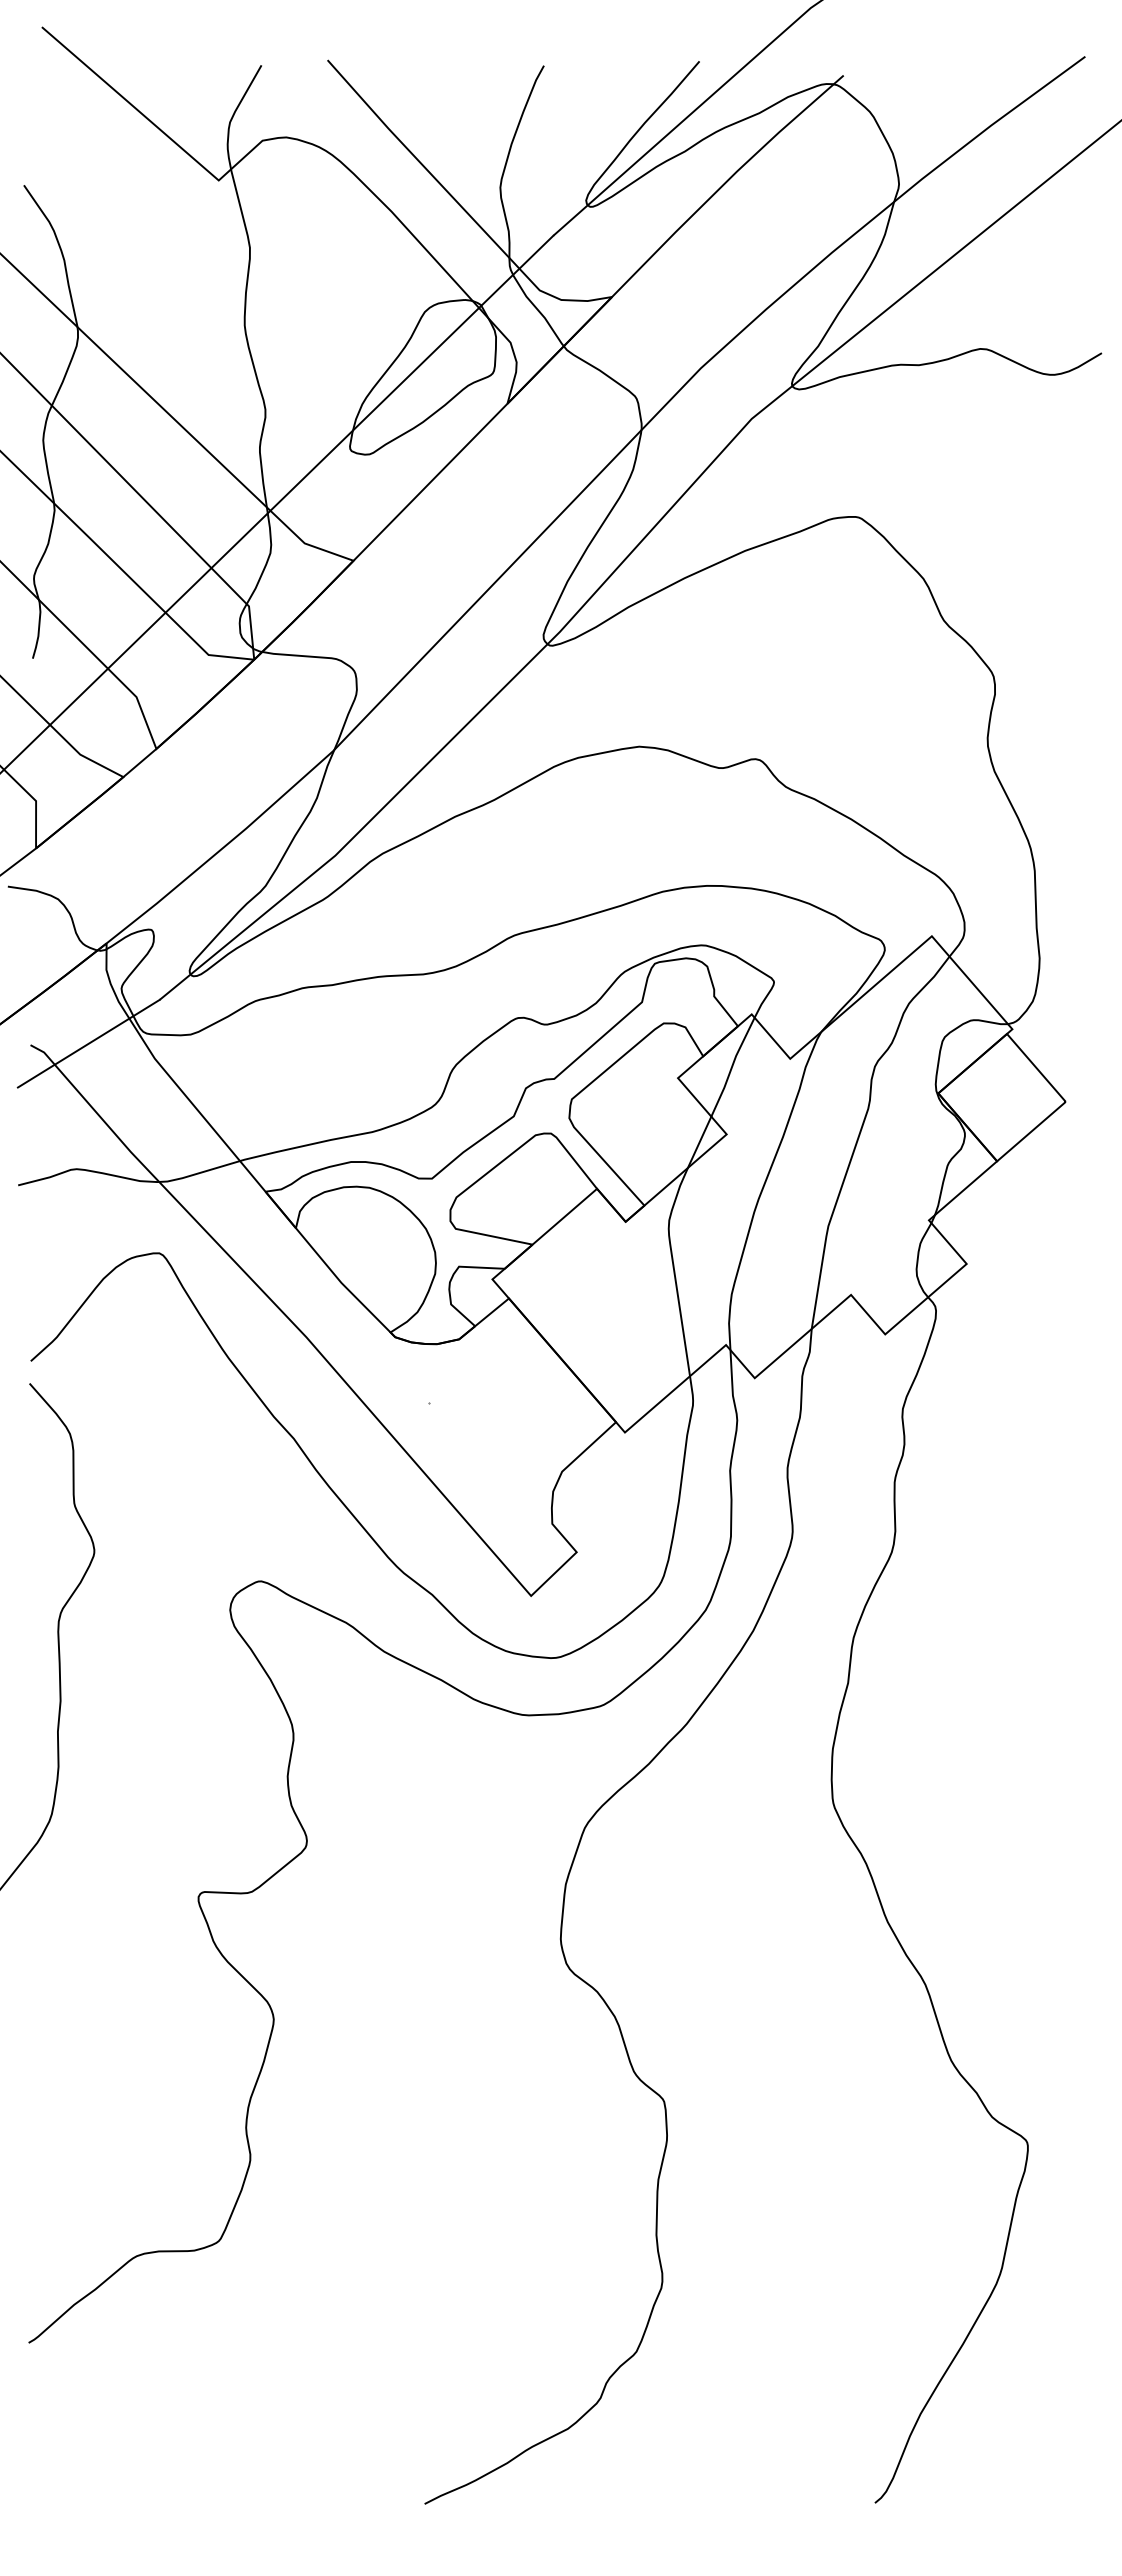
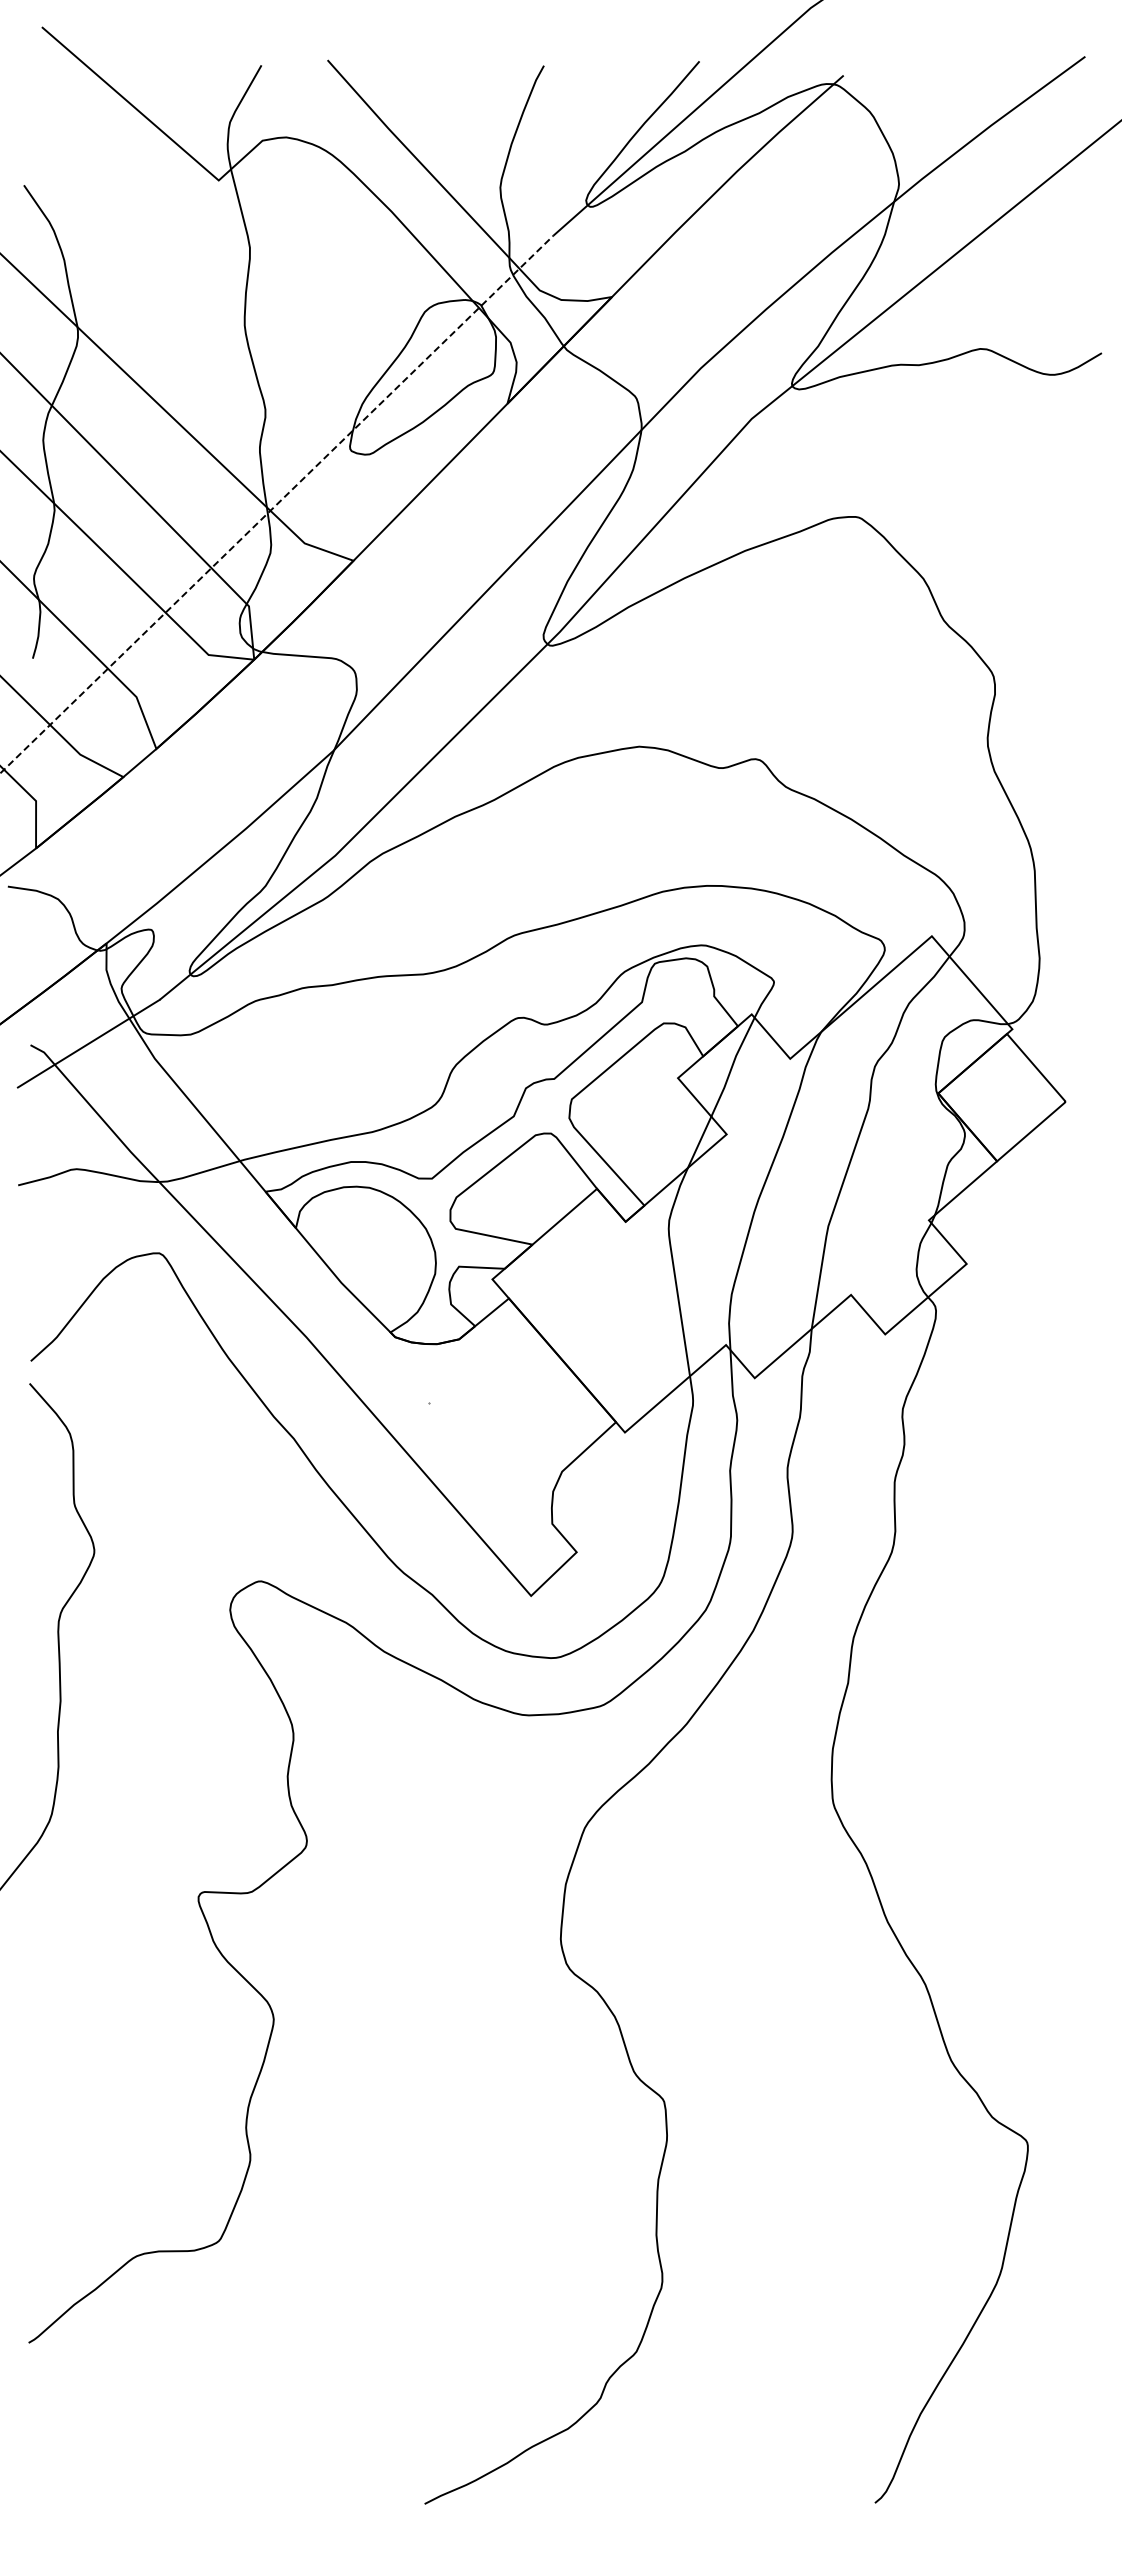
line at (276, 504): solid -> dashed
